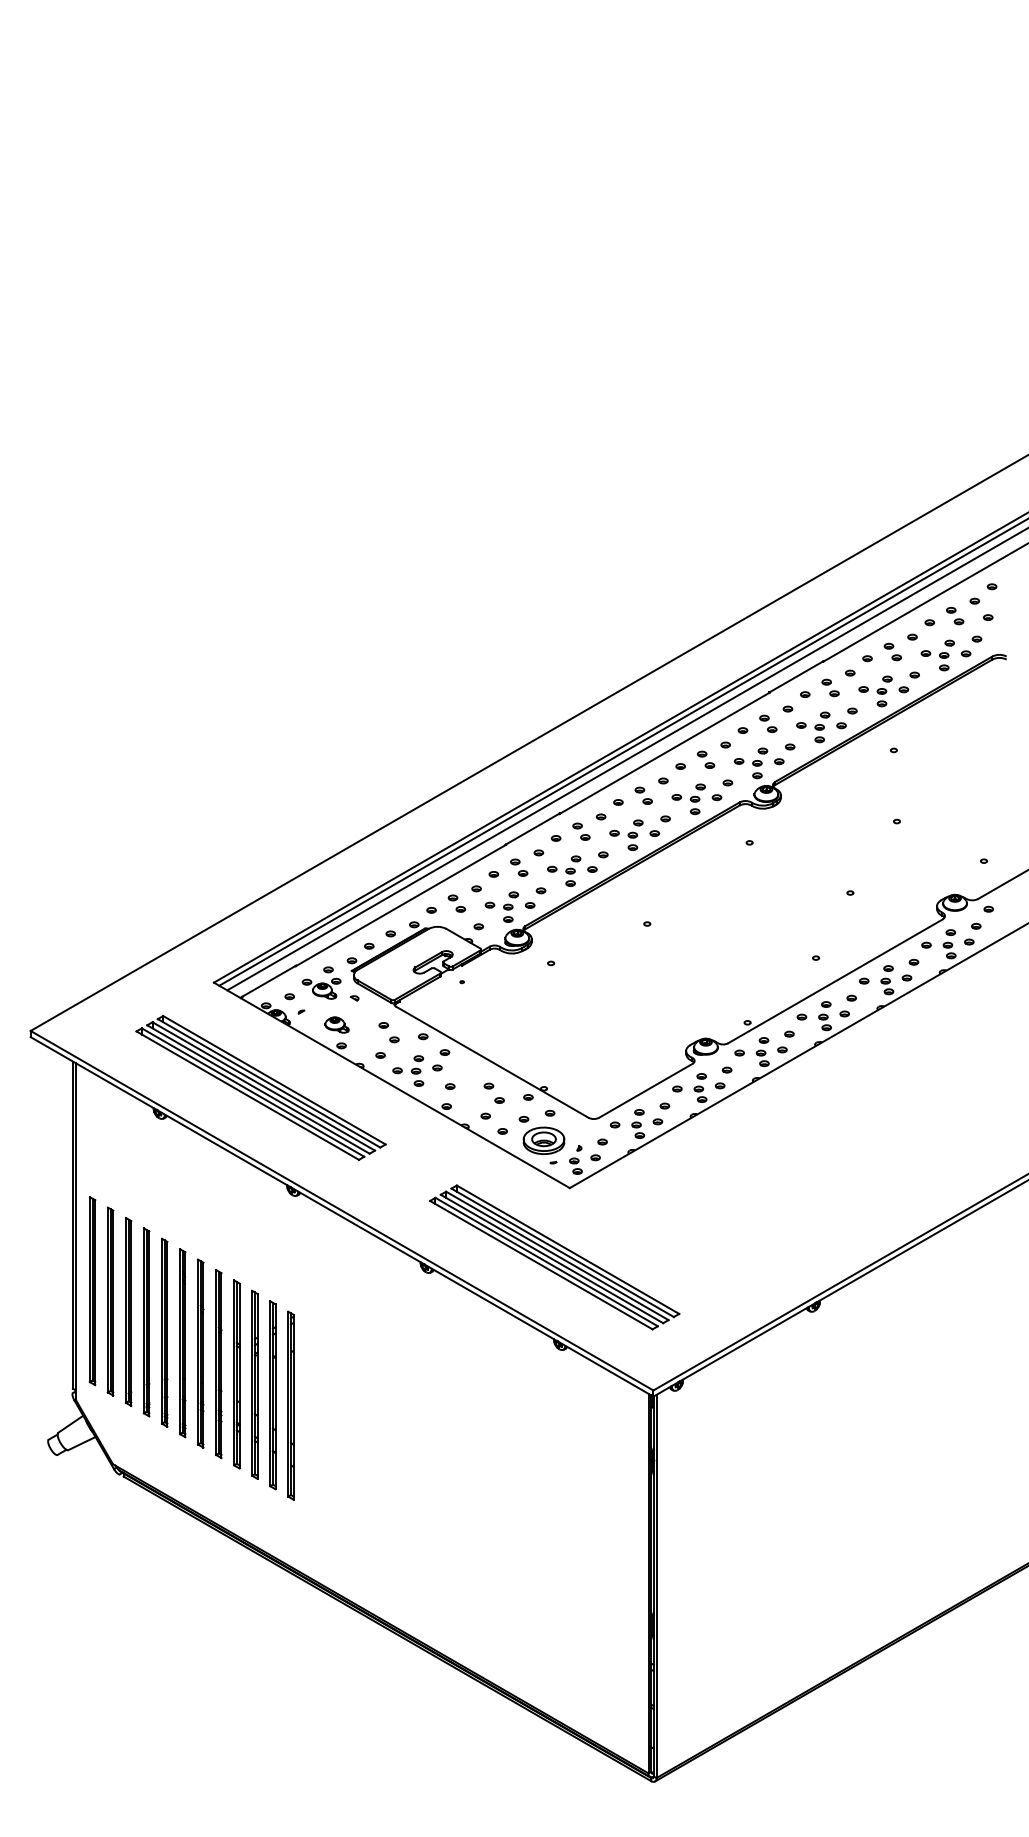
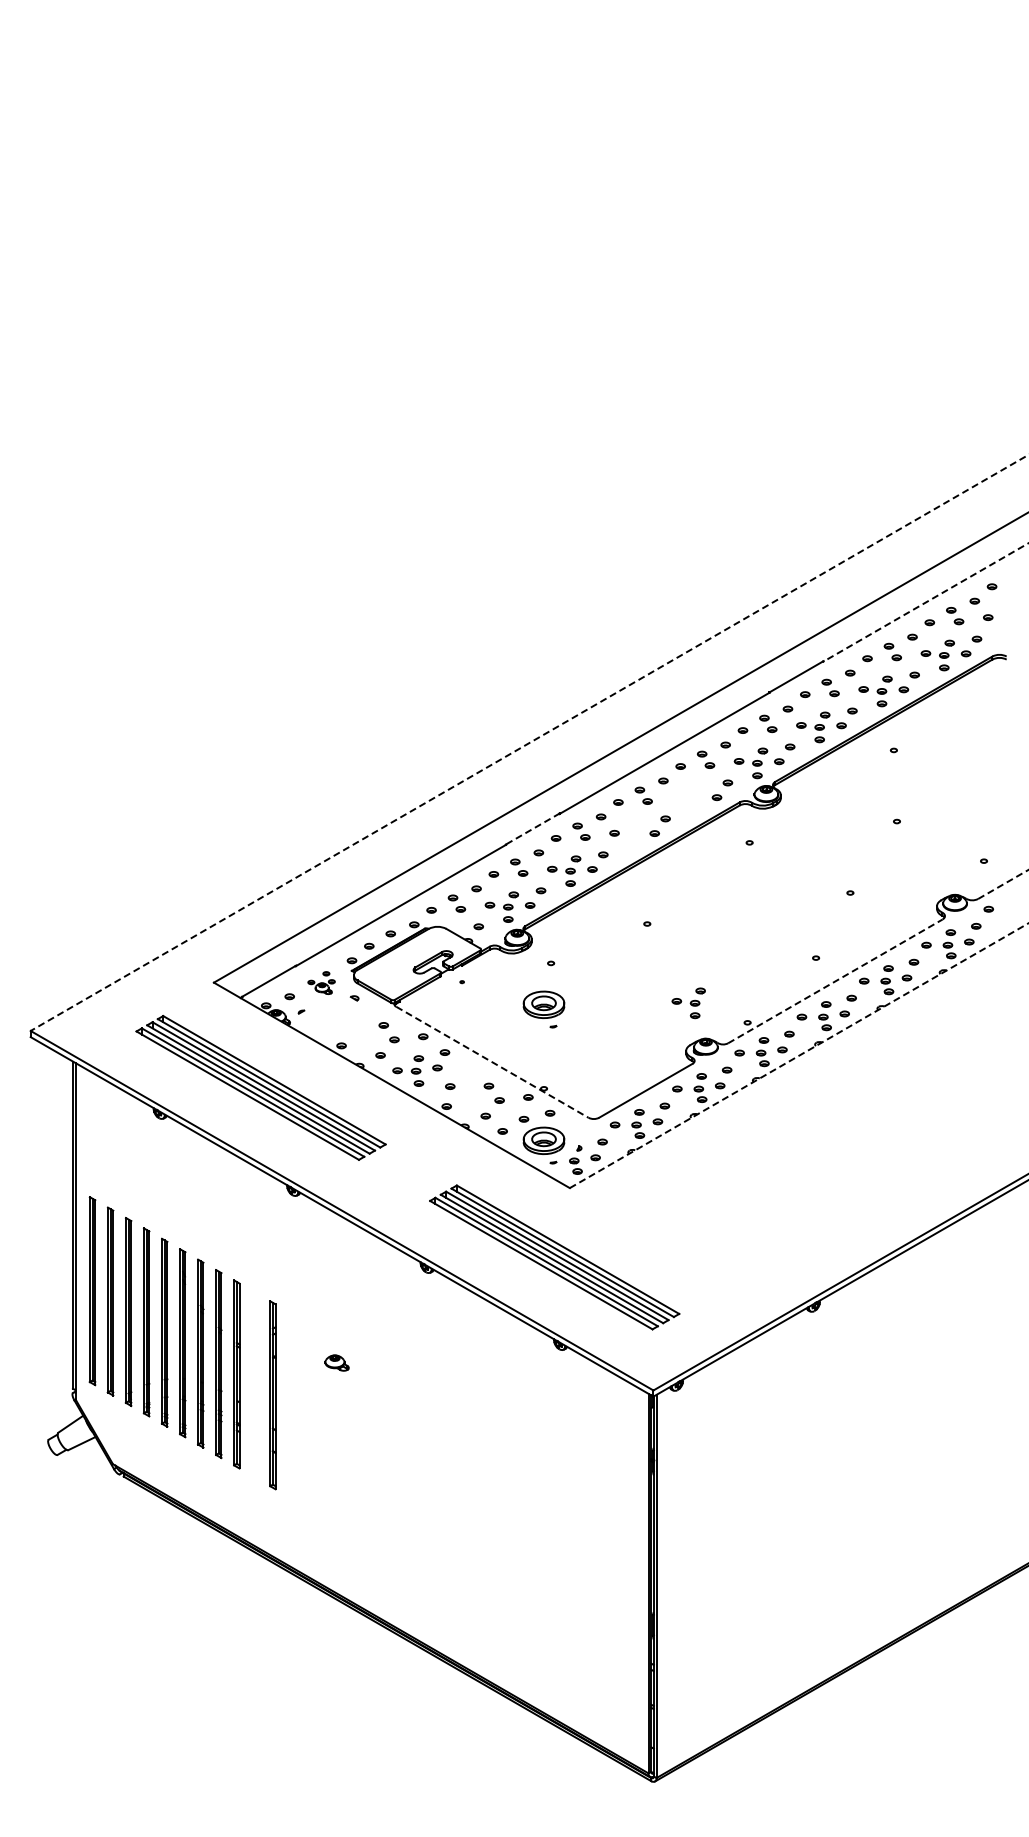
line at (925, 602): solid -> dashed
line at (529, 743): solid -> dashed
line at (622, 752): present -> none
line at (626, 759): present -> none
part at (688, 799) position: (688, 799) -> (688, 1003)
line at (532, 829): solid -> dashed
part at (635, 834): present -> none
line at (1003, 884): solid -> dashed
line at (835, 981): solid -> dashed
part at (321, 982) size: 41x34 px -> 29x24 px
part at (543, 1009): none -> present
part at (336, 1024) position: (336, 1024) -> (336, 1362)
line at (799, 1055): solid -> dashed
line at (492, 1062): solid -> dashed
part at (254, 1384): present -> none
part at (290, 1405): present -> none
